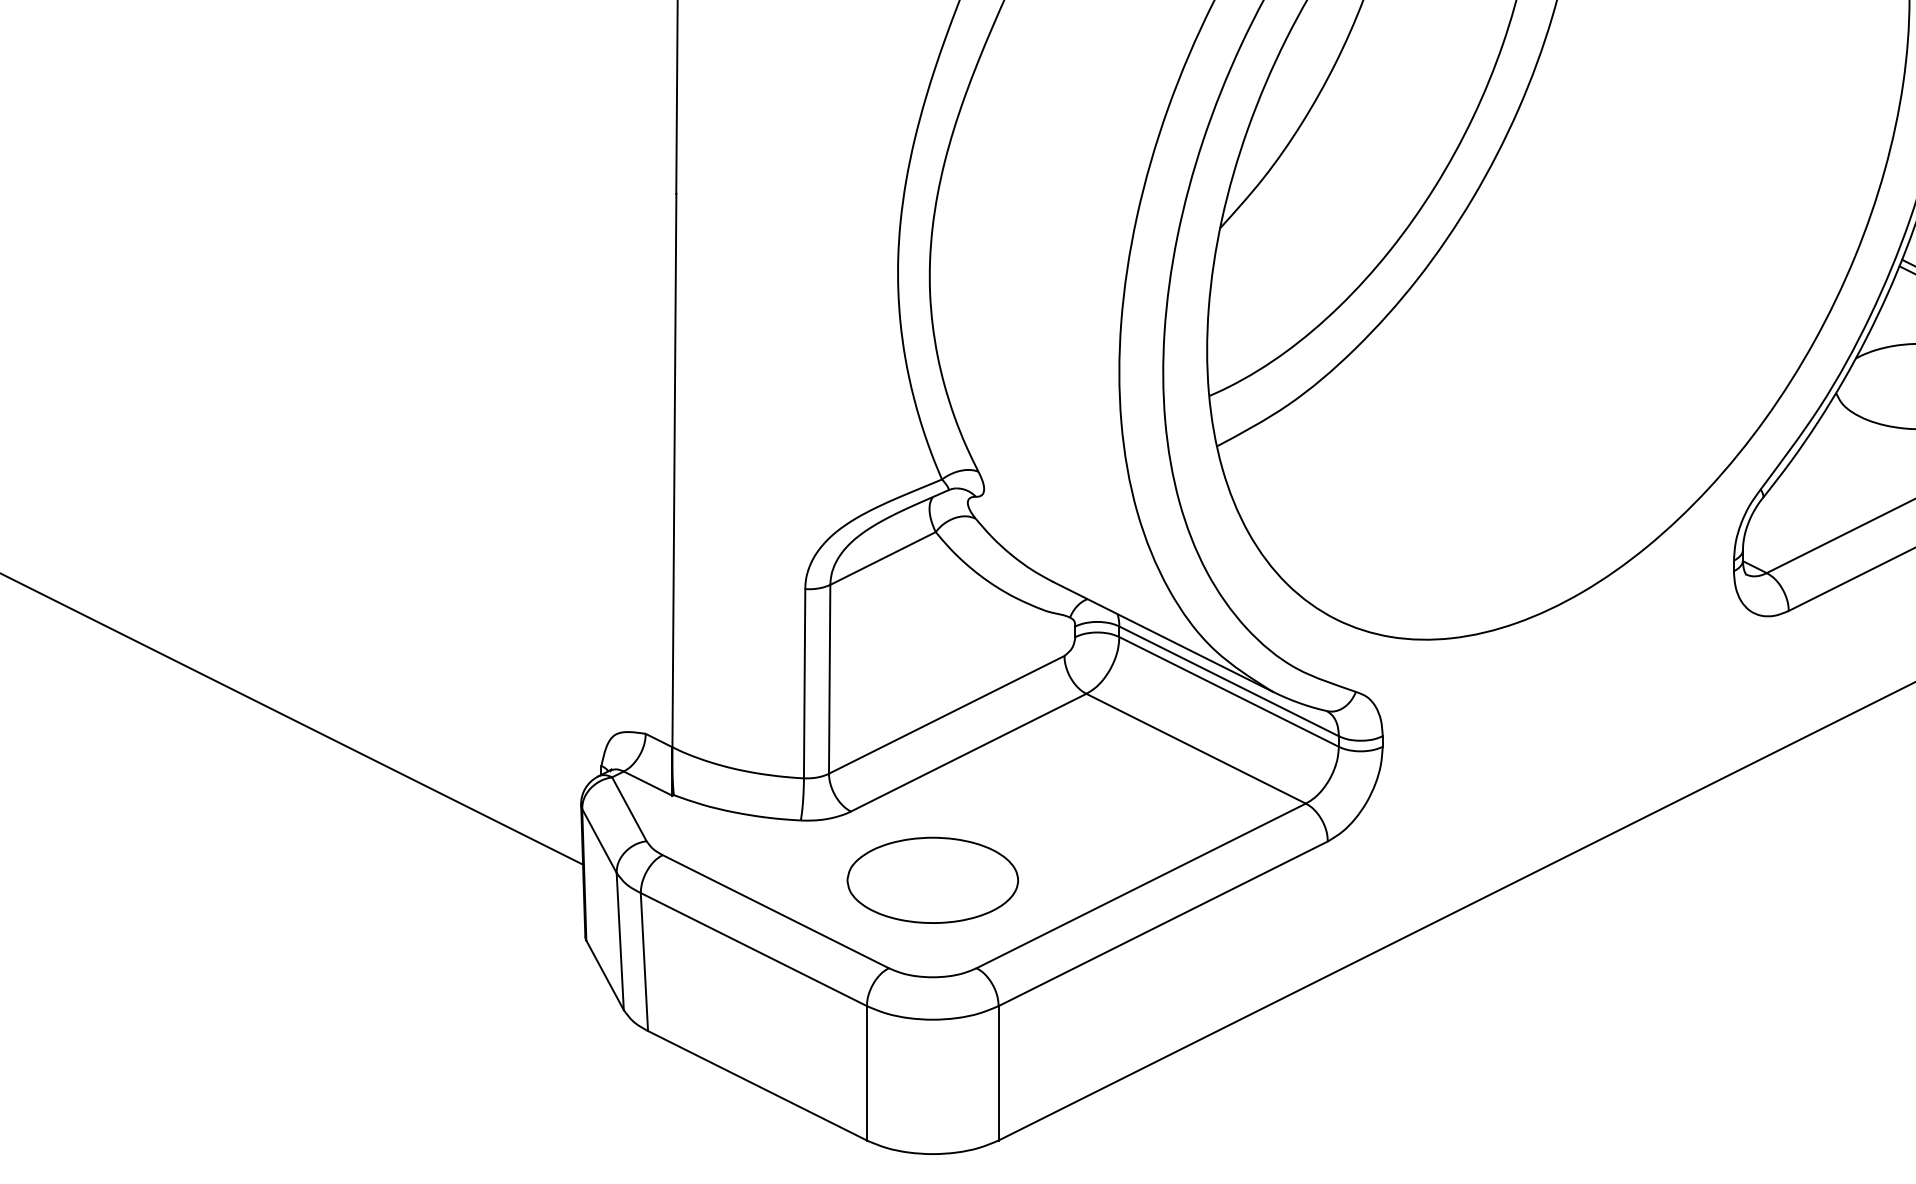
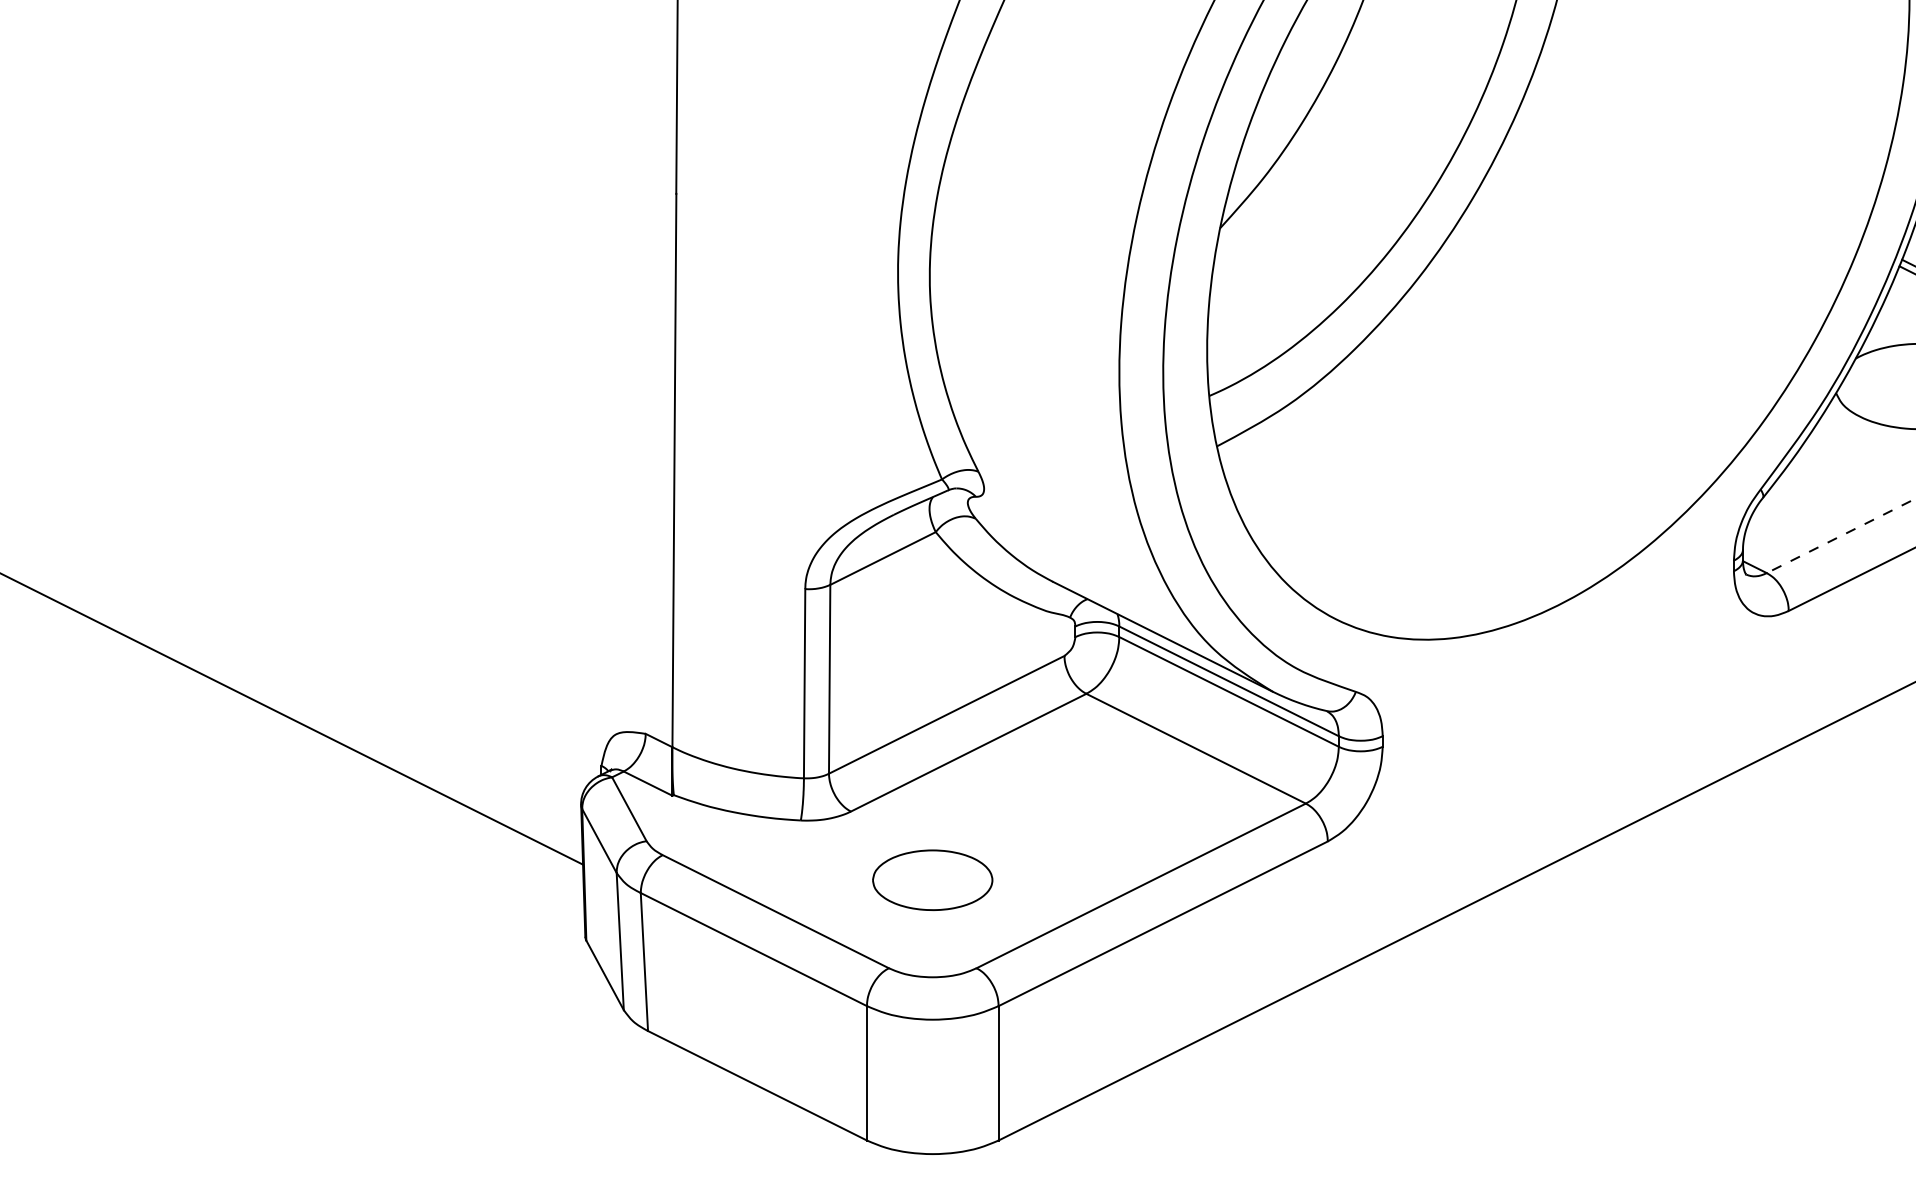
line at (1840, 536): solid -> dashed
part at (932, 879) size: 173x88 px -> 122x62 px
